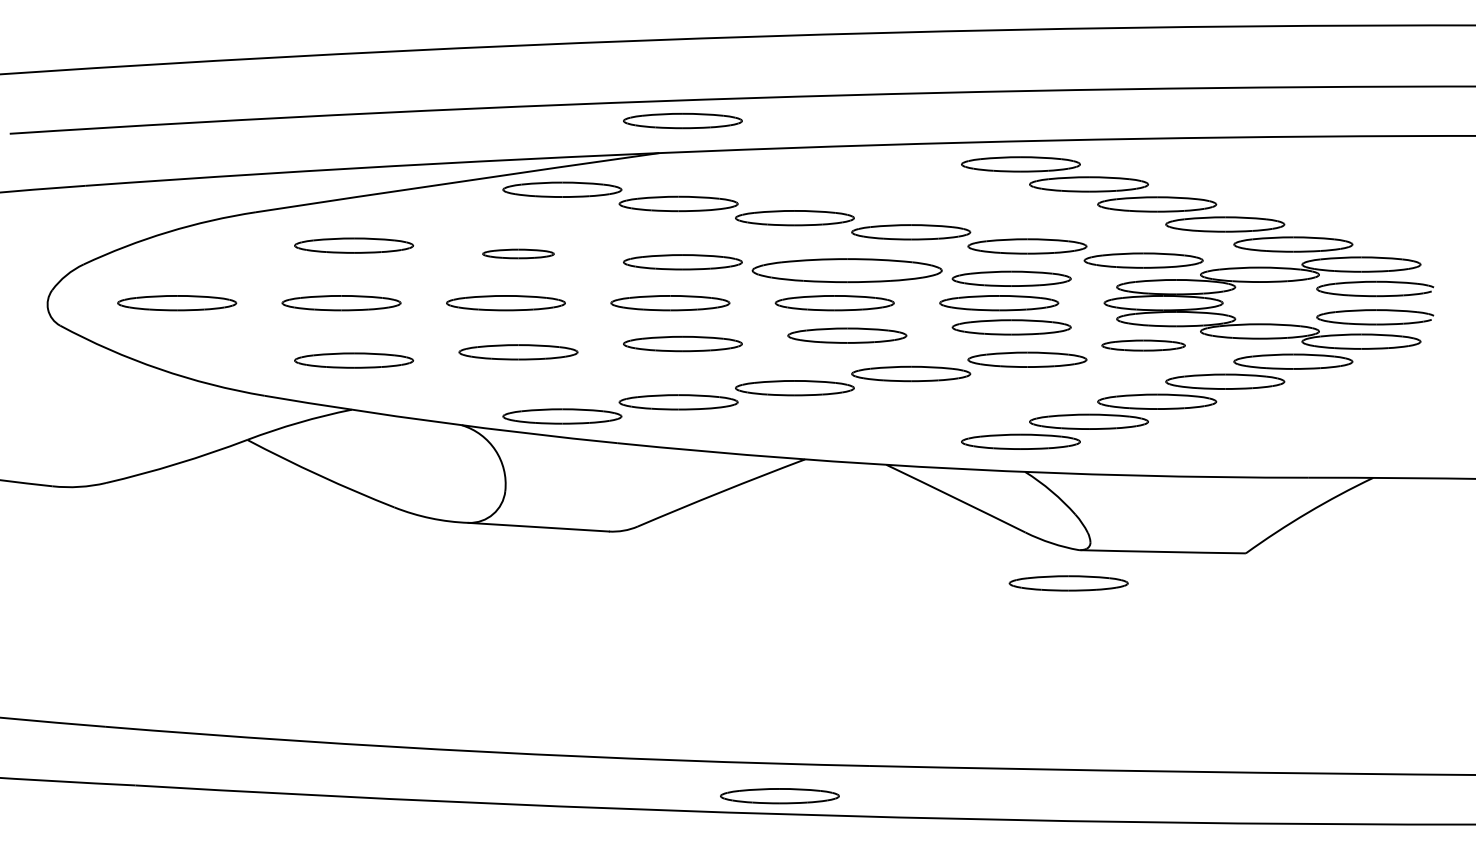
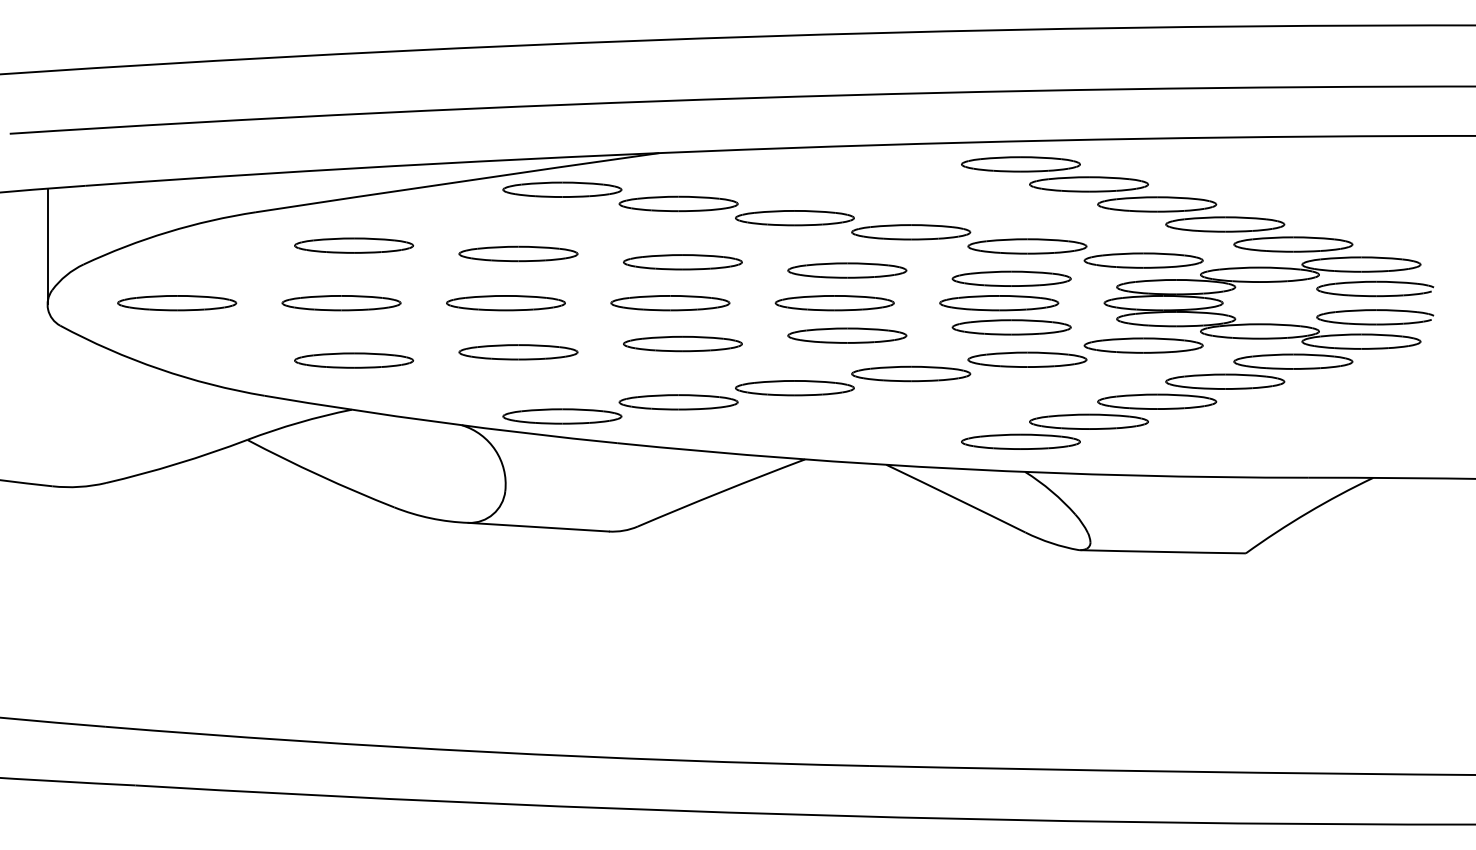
part at (682, 120): present -> none
line at (47, 246): none -> present
part at (518, 253) size: 73x12 px -> 121x18 px
part at (846, 270) size: 192x26 px -> 121x17 px
part at (1143, 345) size: 85x13 px -> 121x17 px
part at (1068, 583): present -> none
part at (779, 796): present -> none
